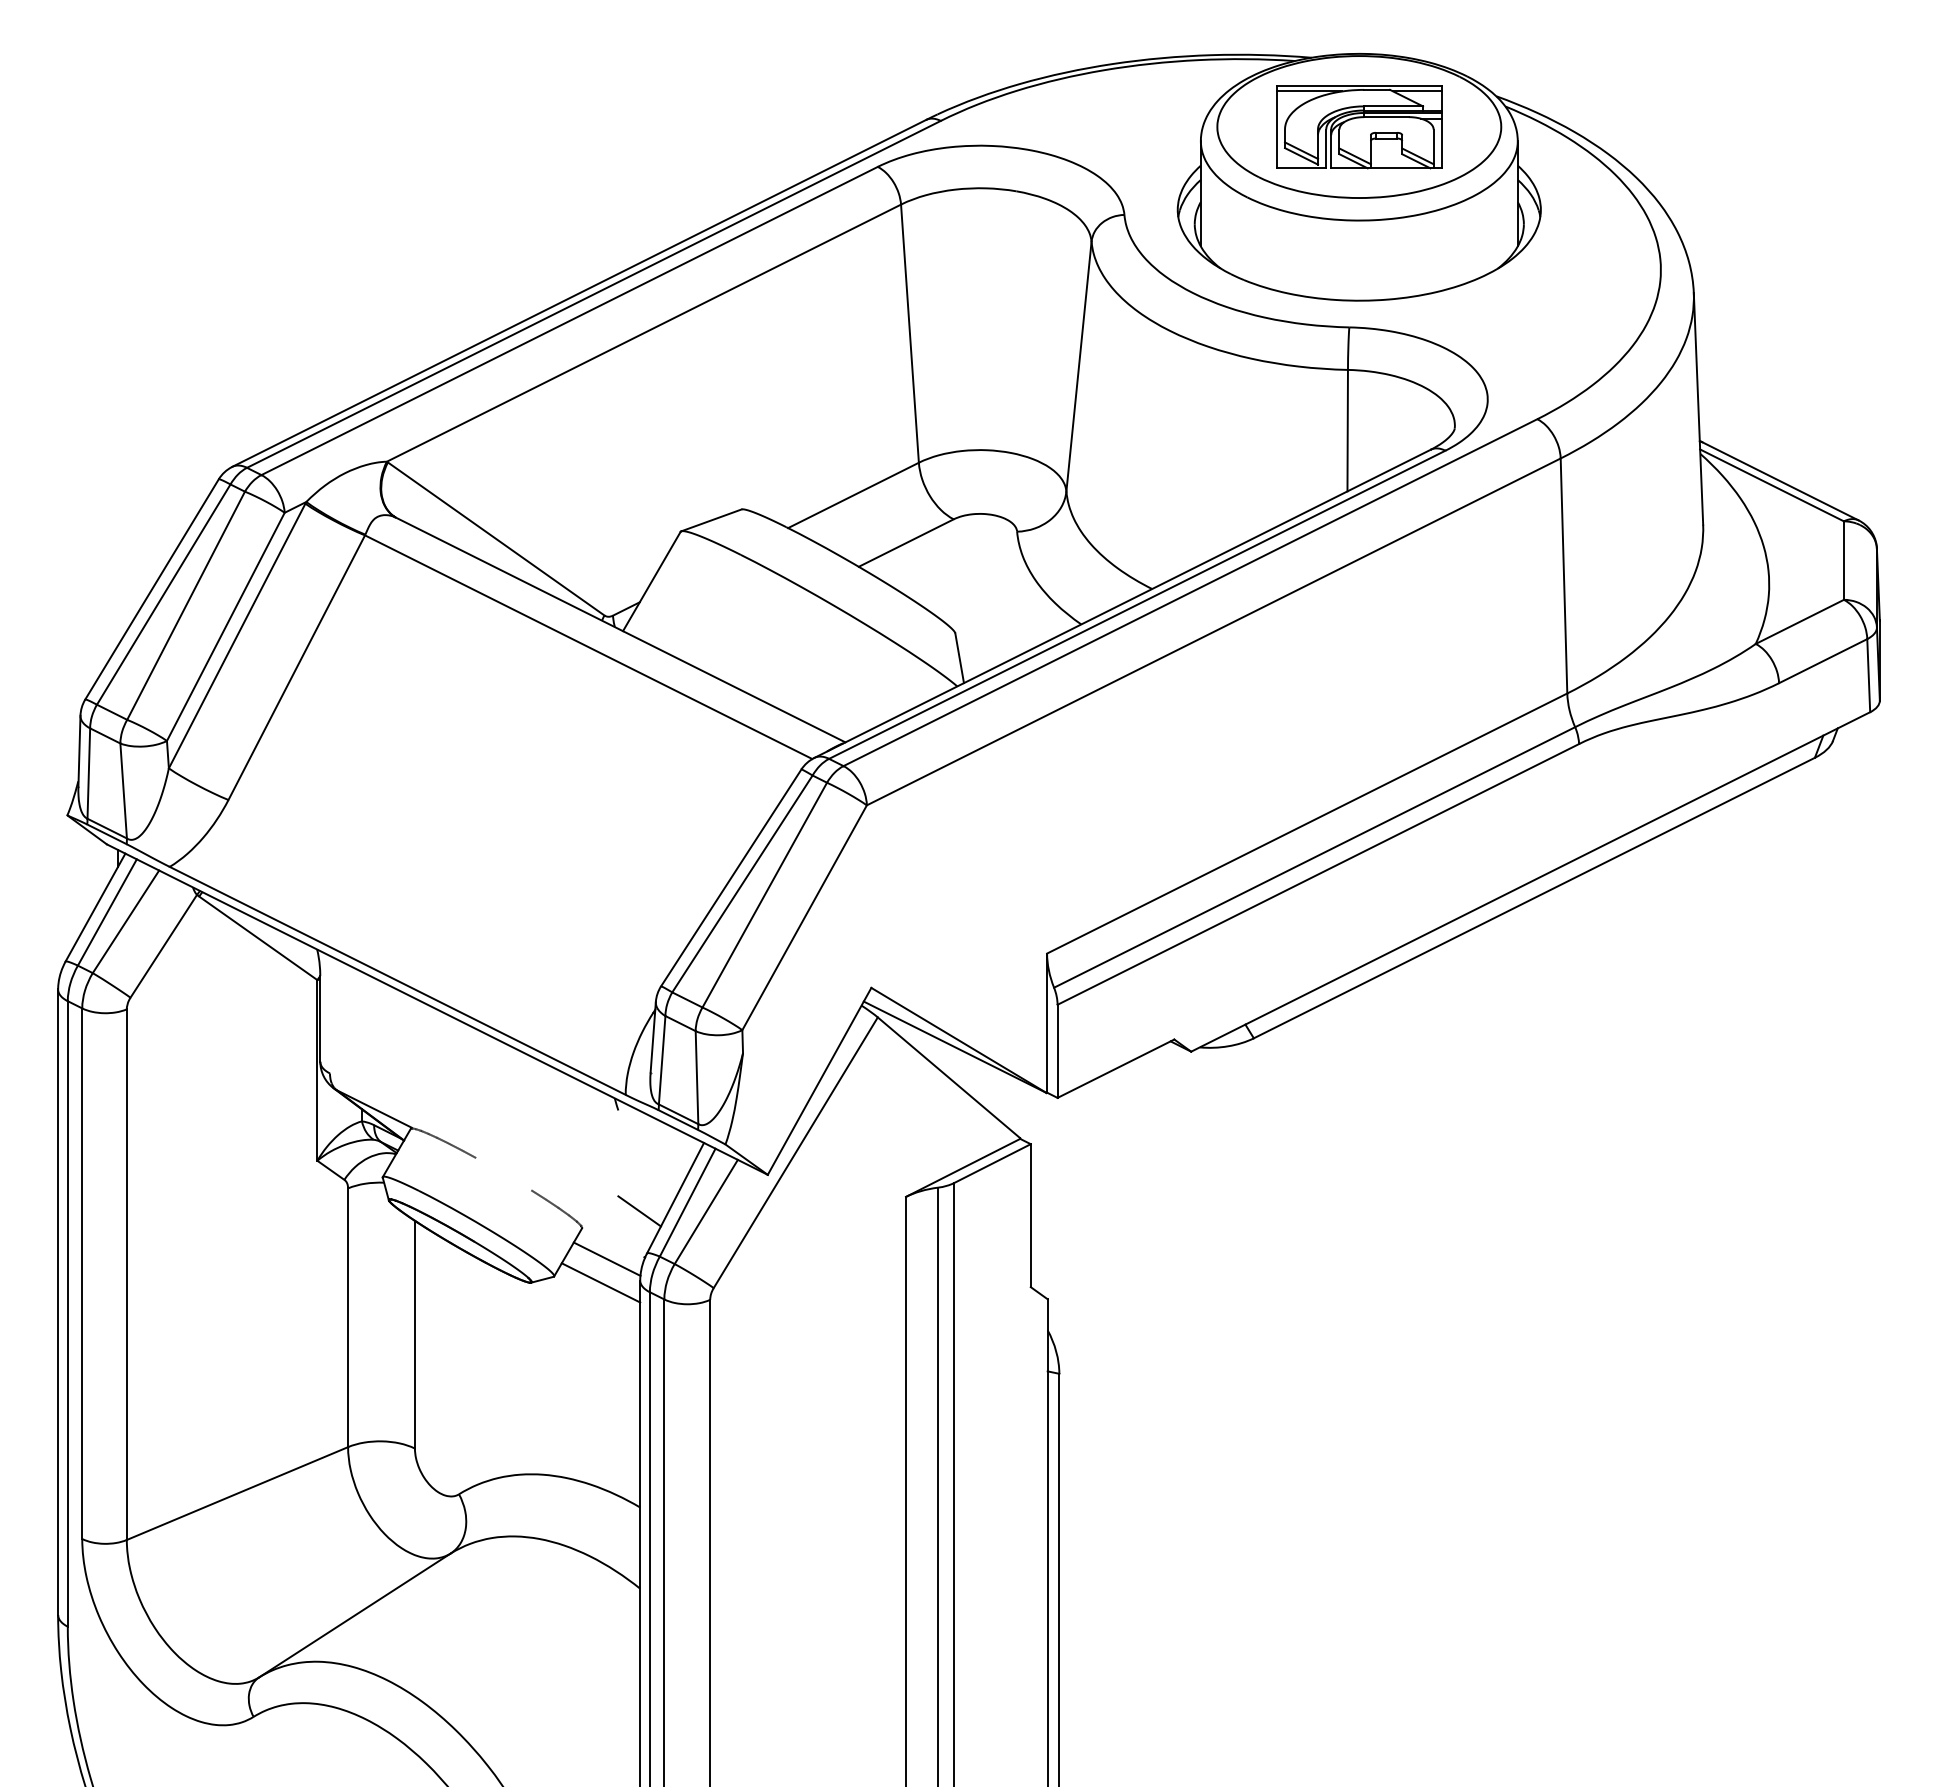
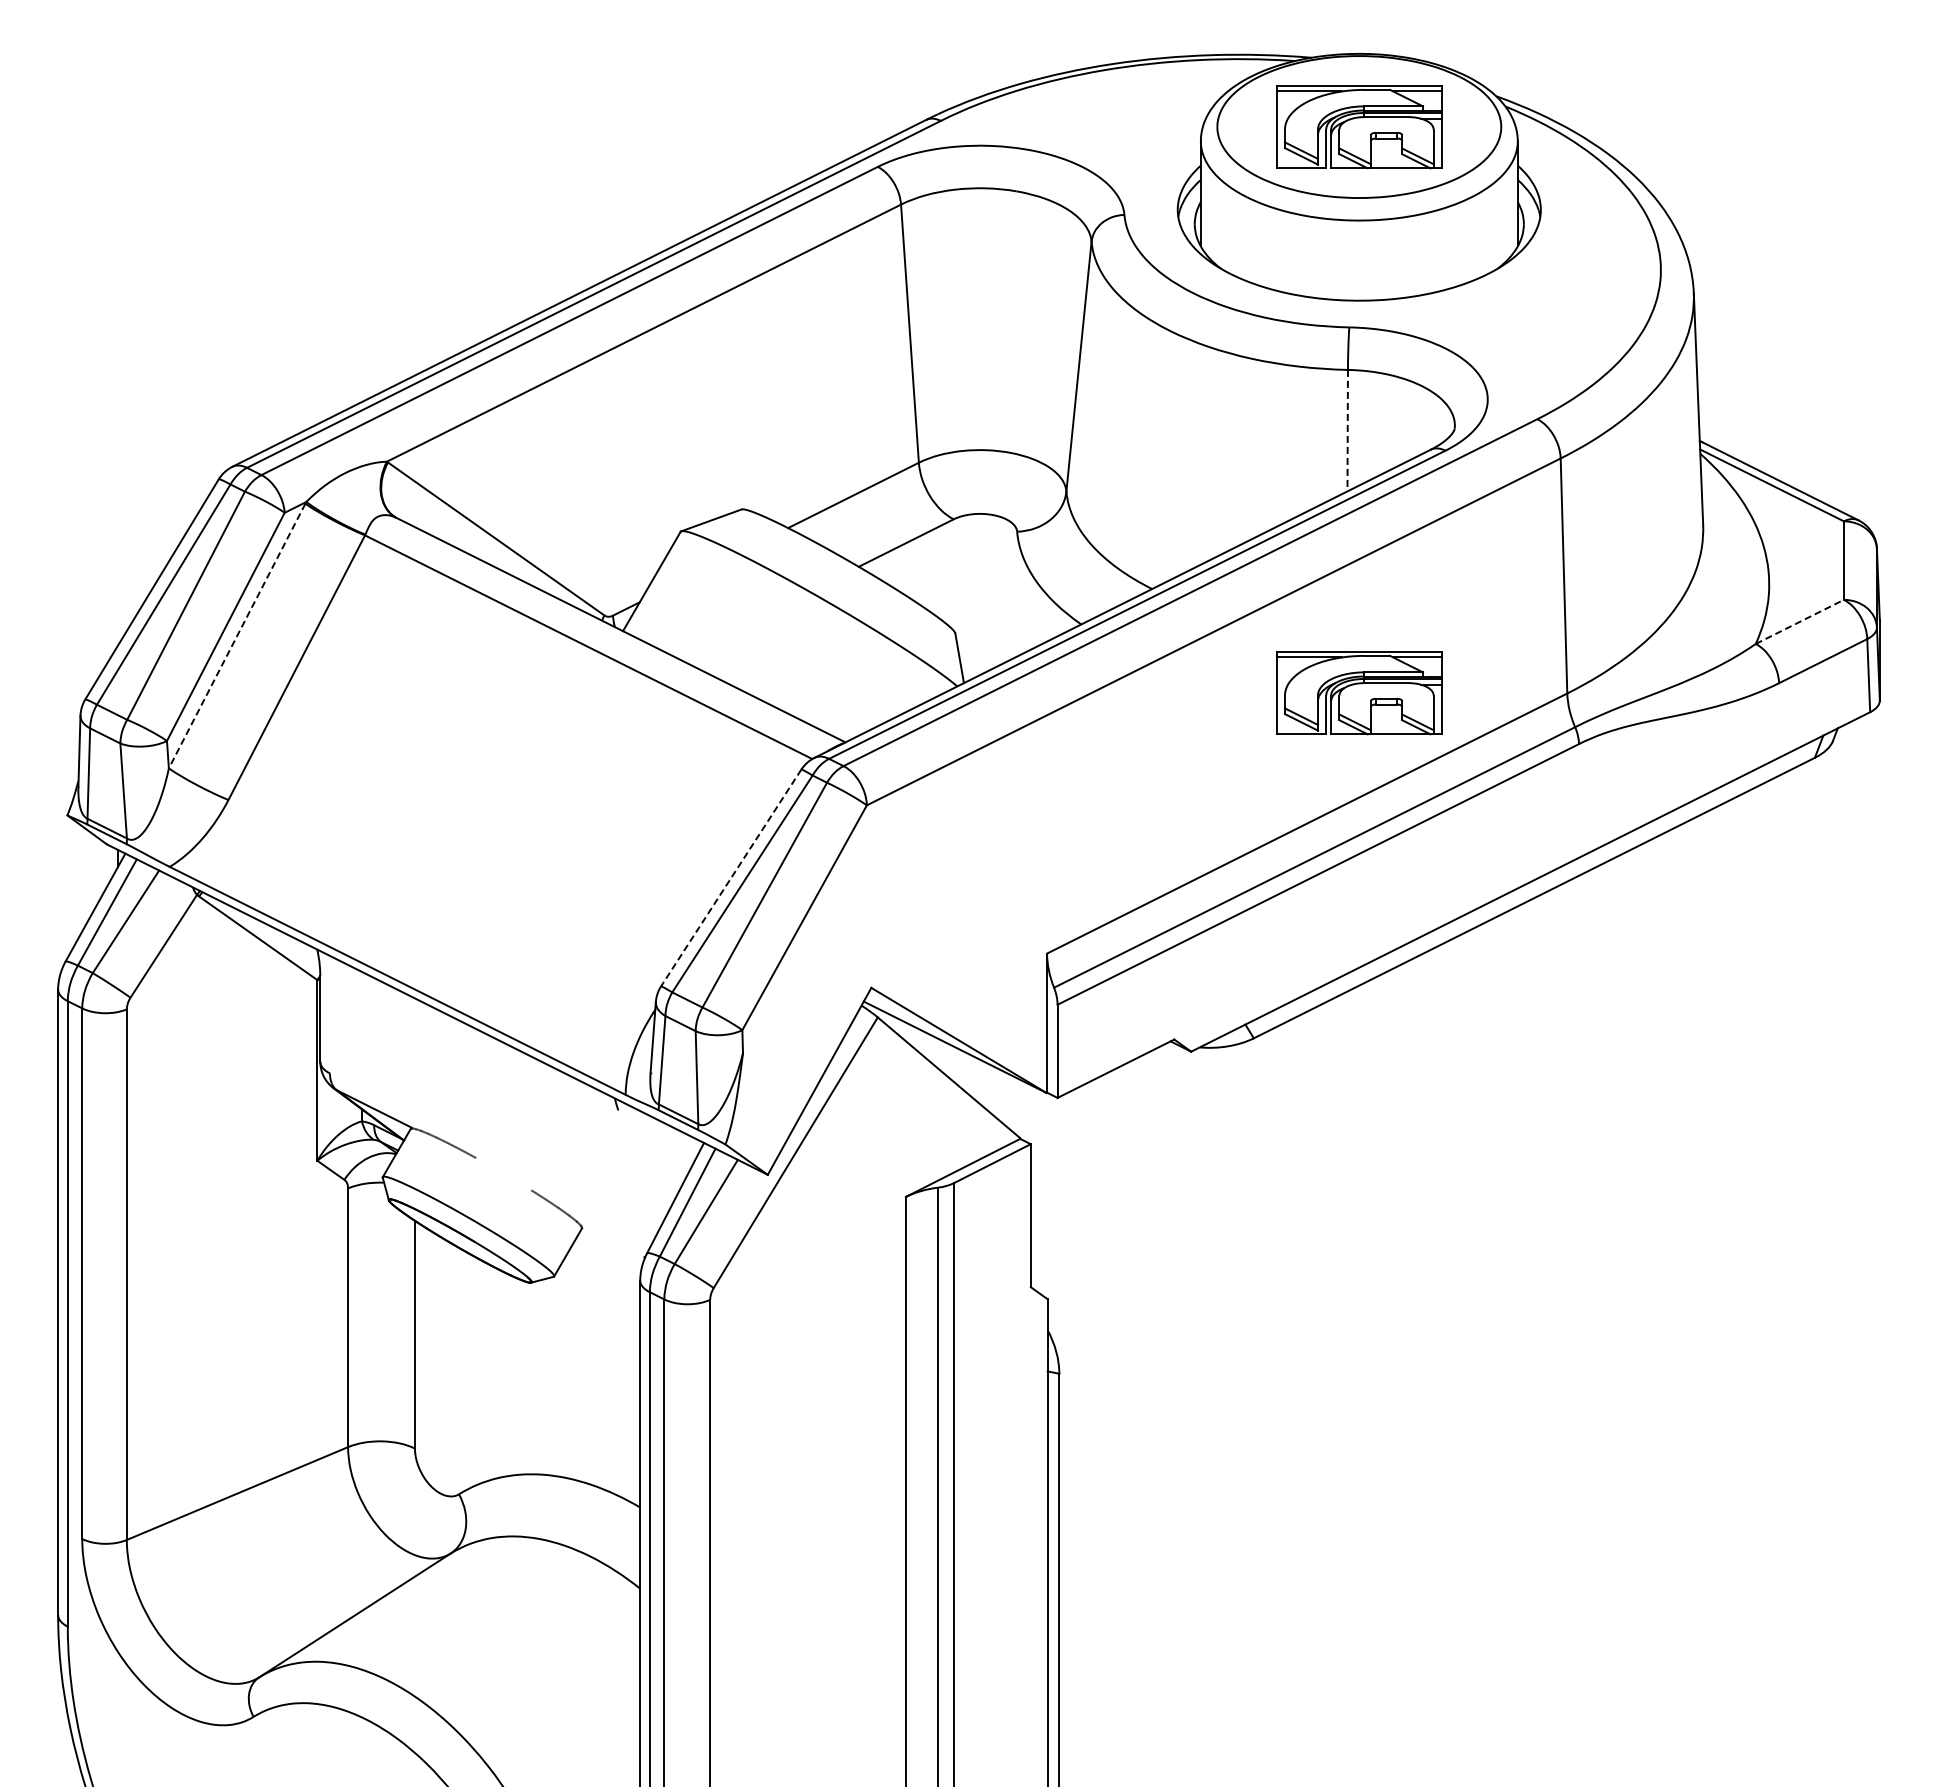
line at (1347, 430): solid -> dashed
line at (1800, 621): solid -> dashed
line at (237, 636): solid -> dashed
part at (1359, 693): none -> present
line at (730, 878): solid -> dashed
line at (639, 1211): present -> none
line at (606, 1258): present -> none
line at (600, 1282): present -> none
